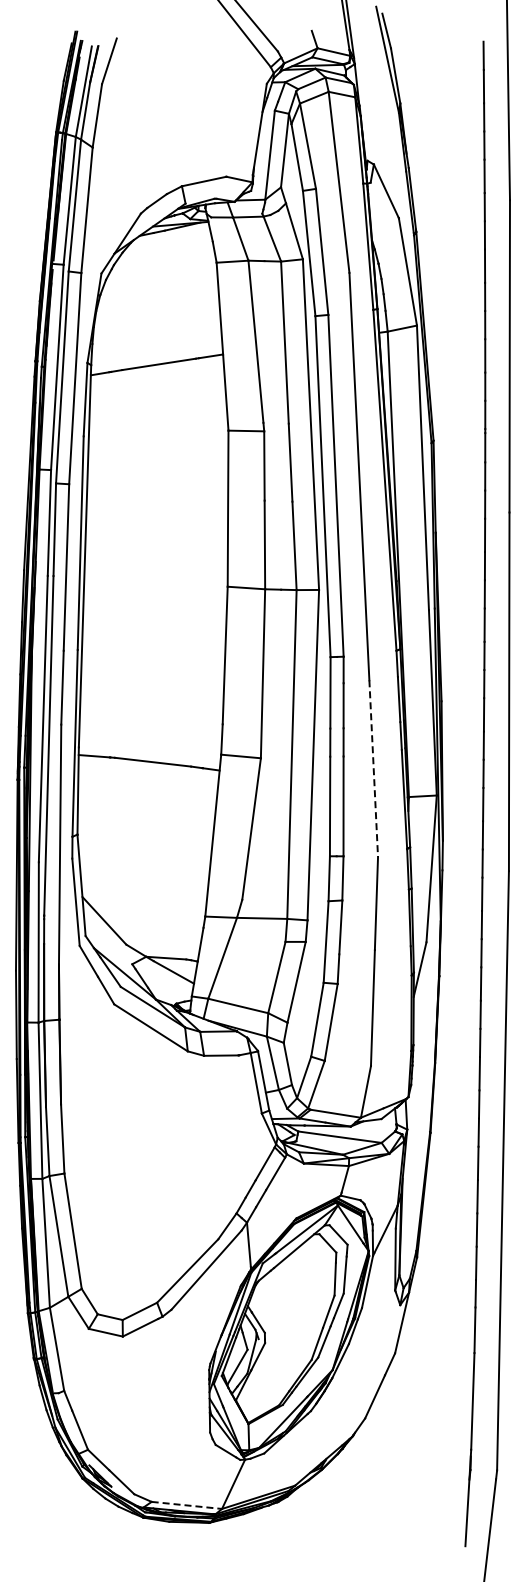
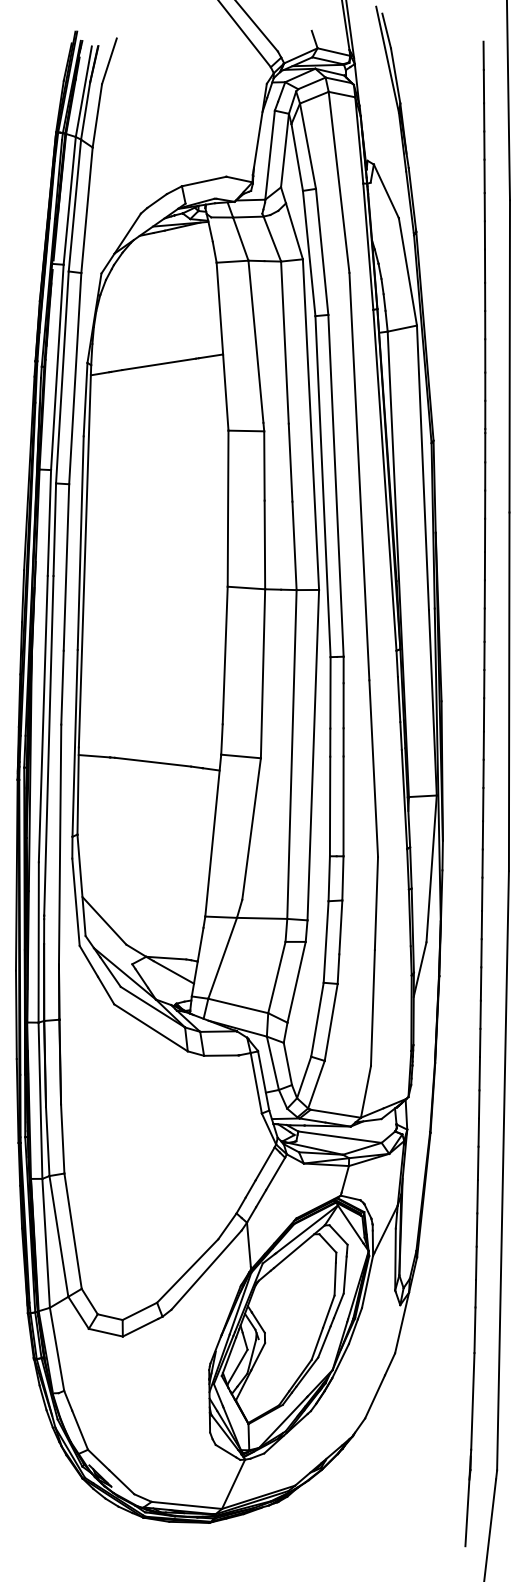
line at (373, 769): dashed -> solid
line at (187, 1505): dashed -> solid
